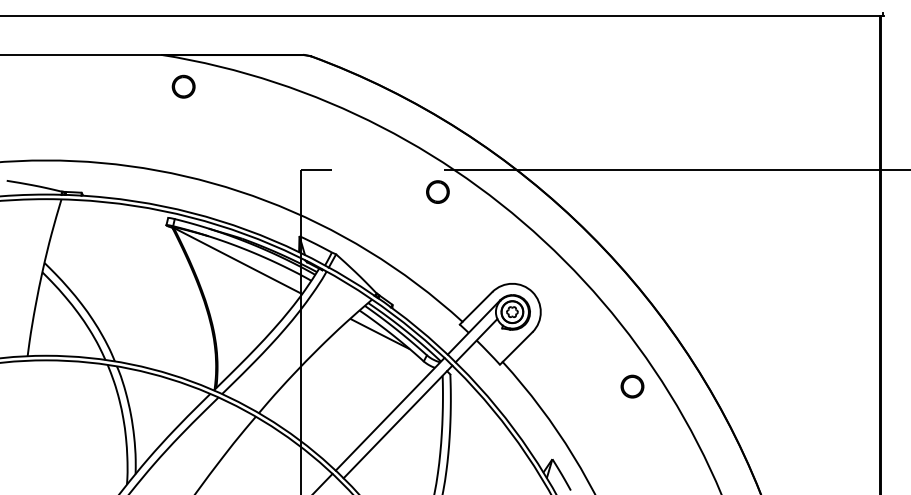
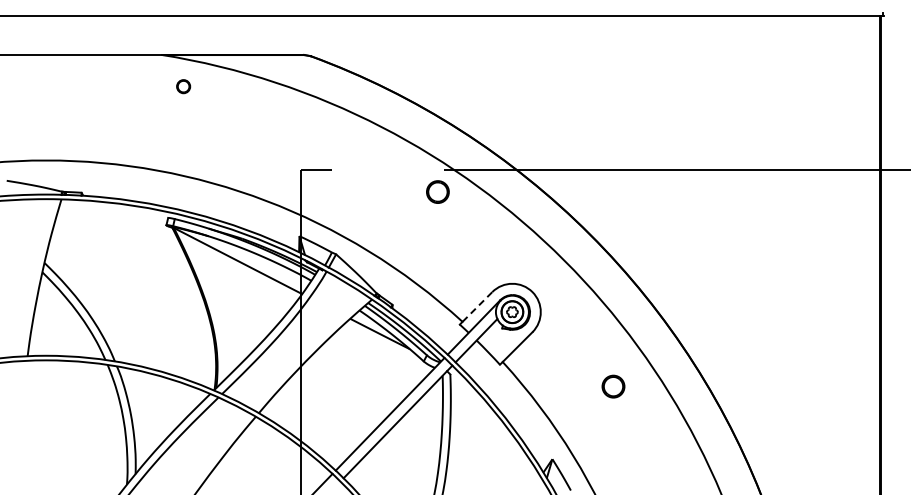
part at (183, 86) size: 25x25 px -> 16x16 px
line at (477, 306): solid -> dashed
part at (632, 386) position: (632, 386) -> (613, 386)
